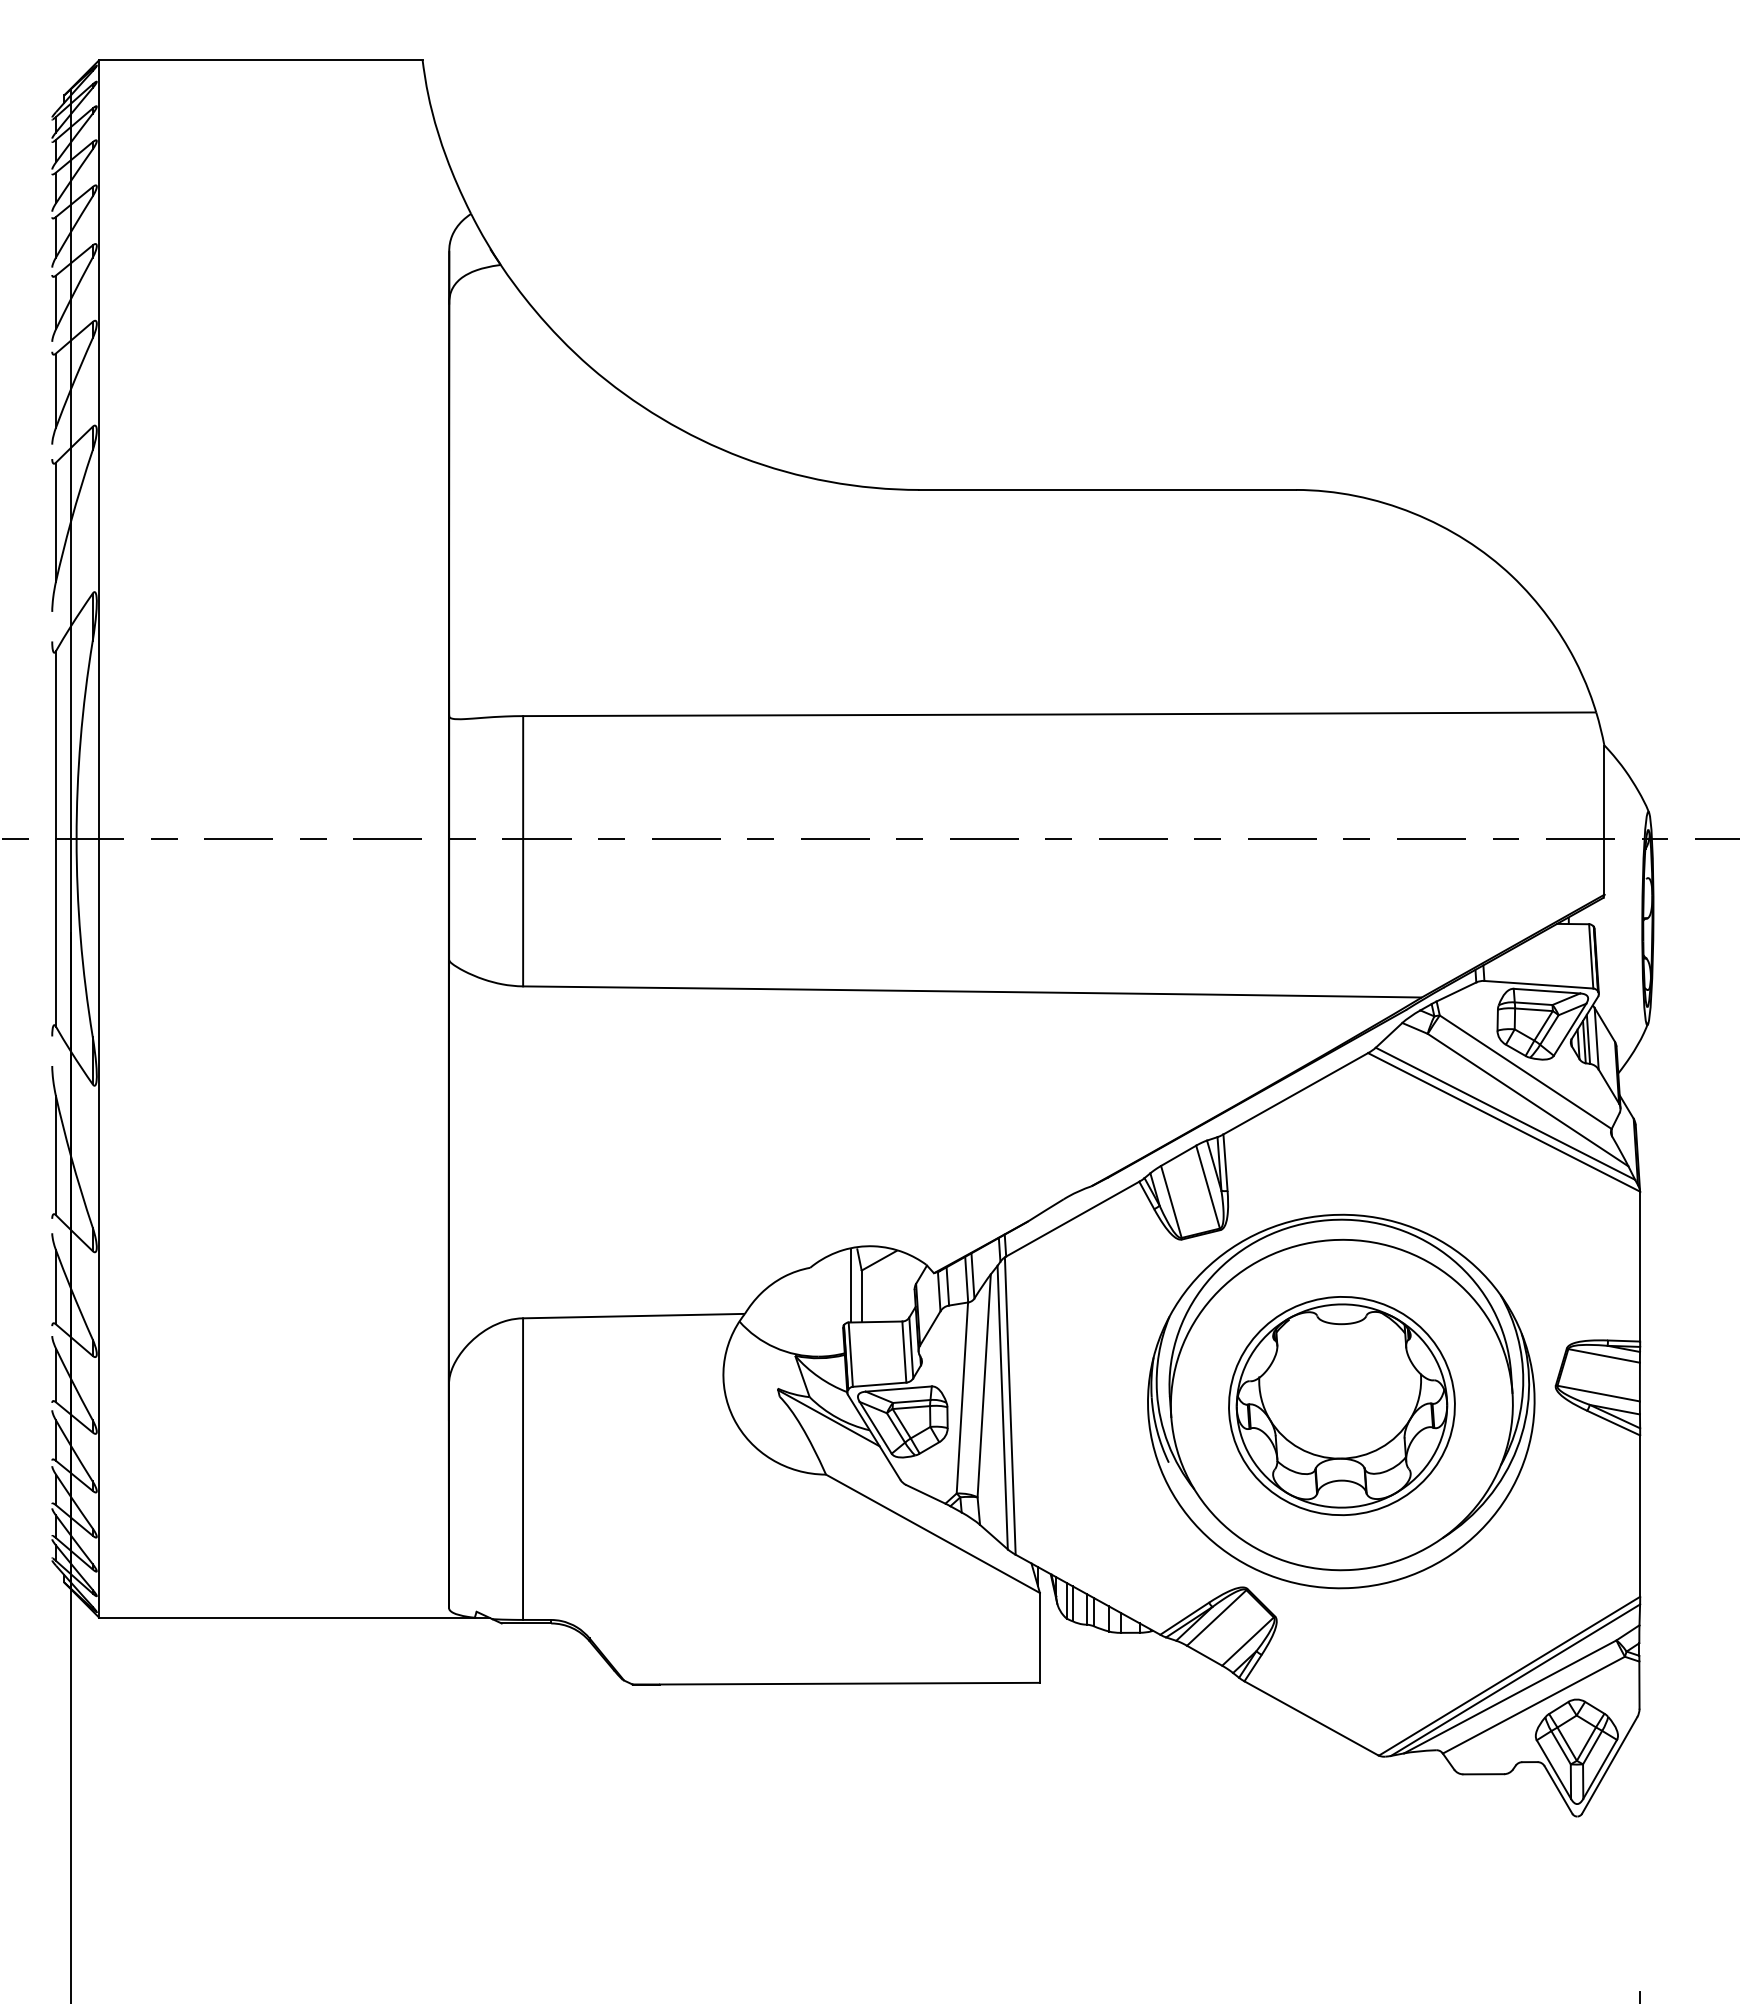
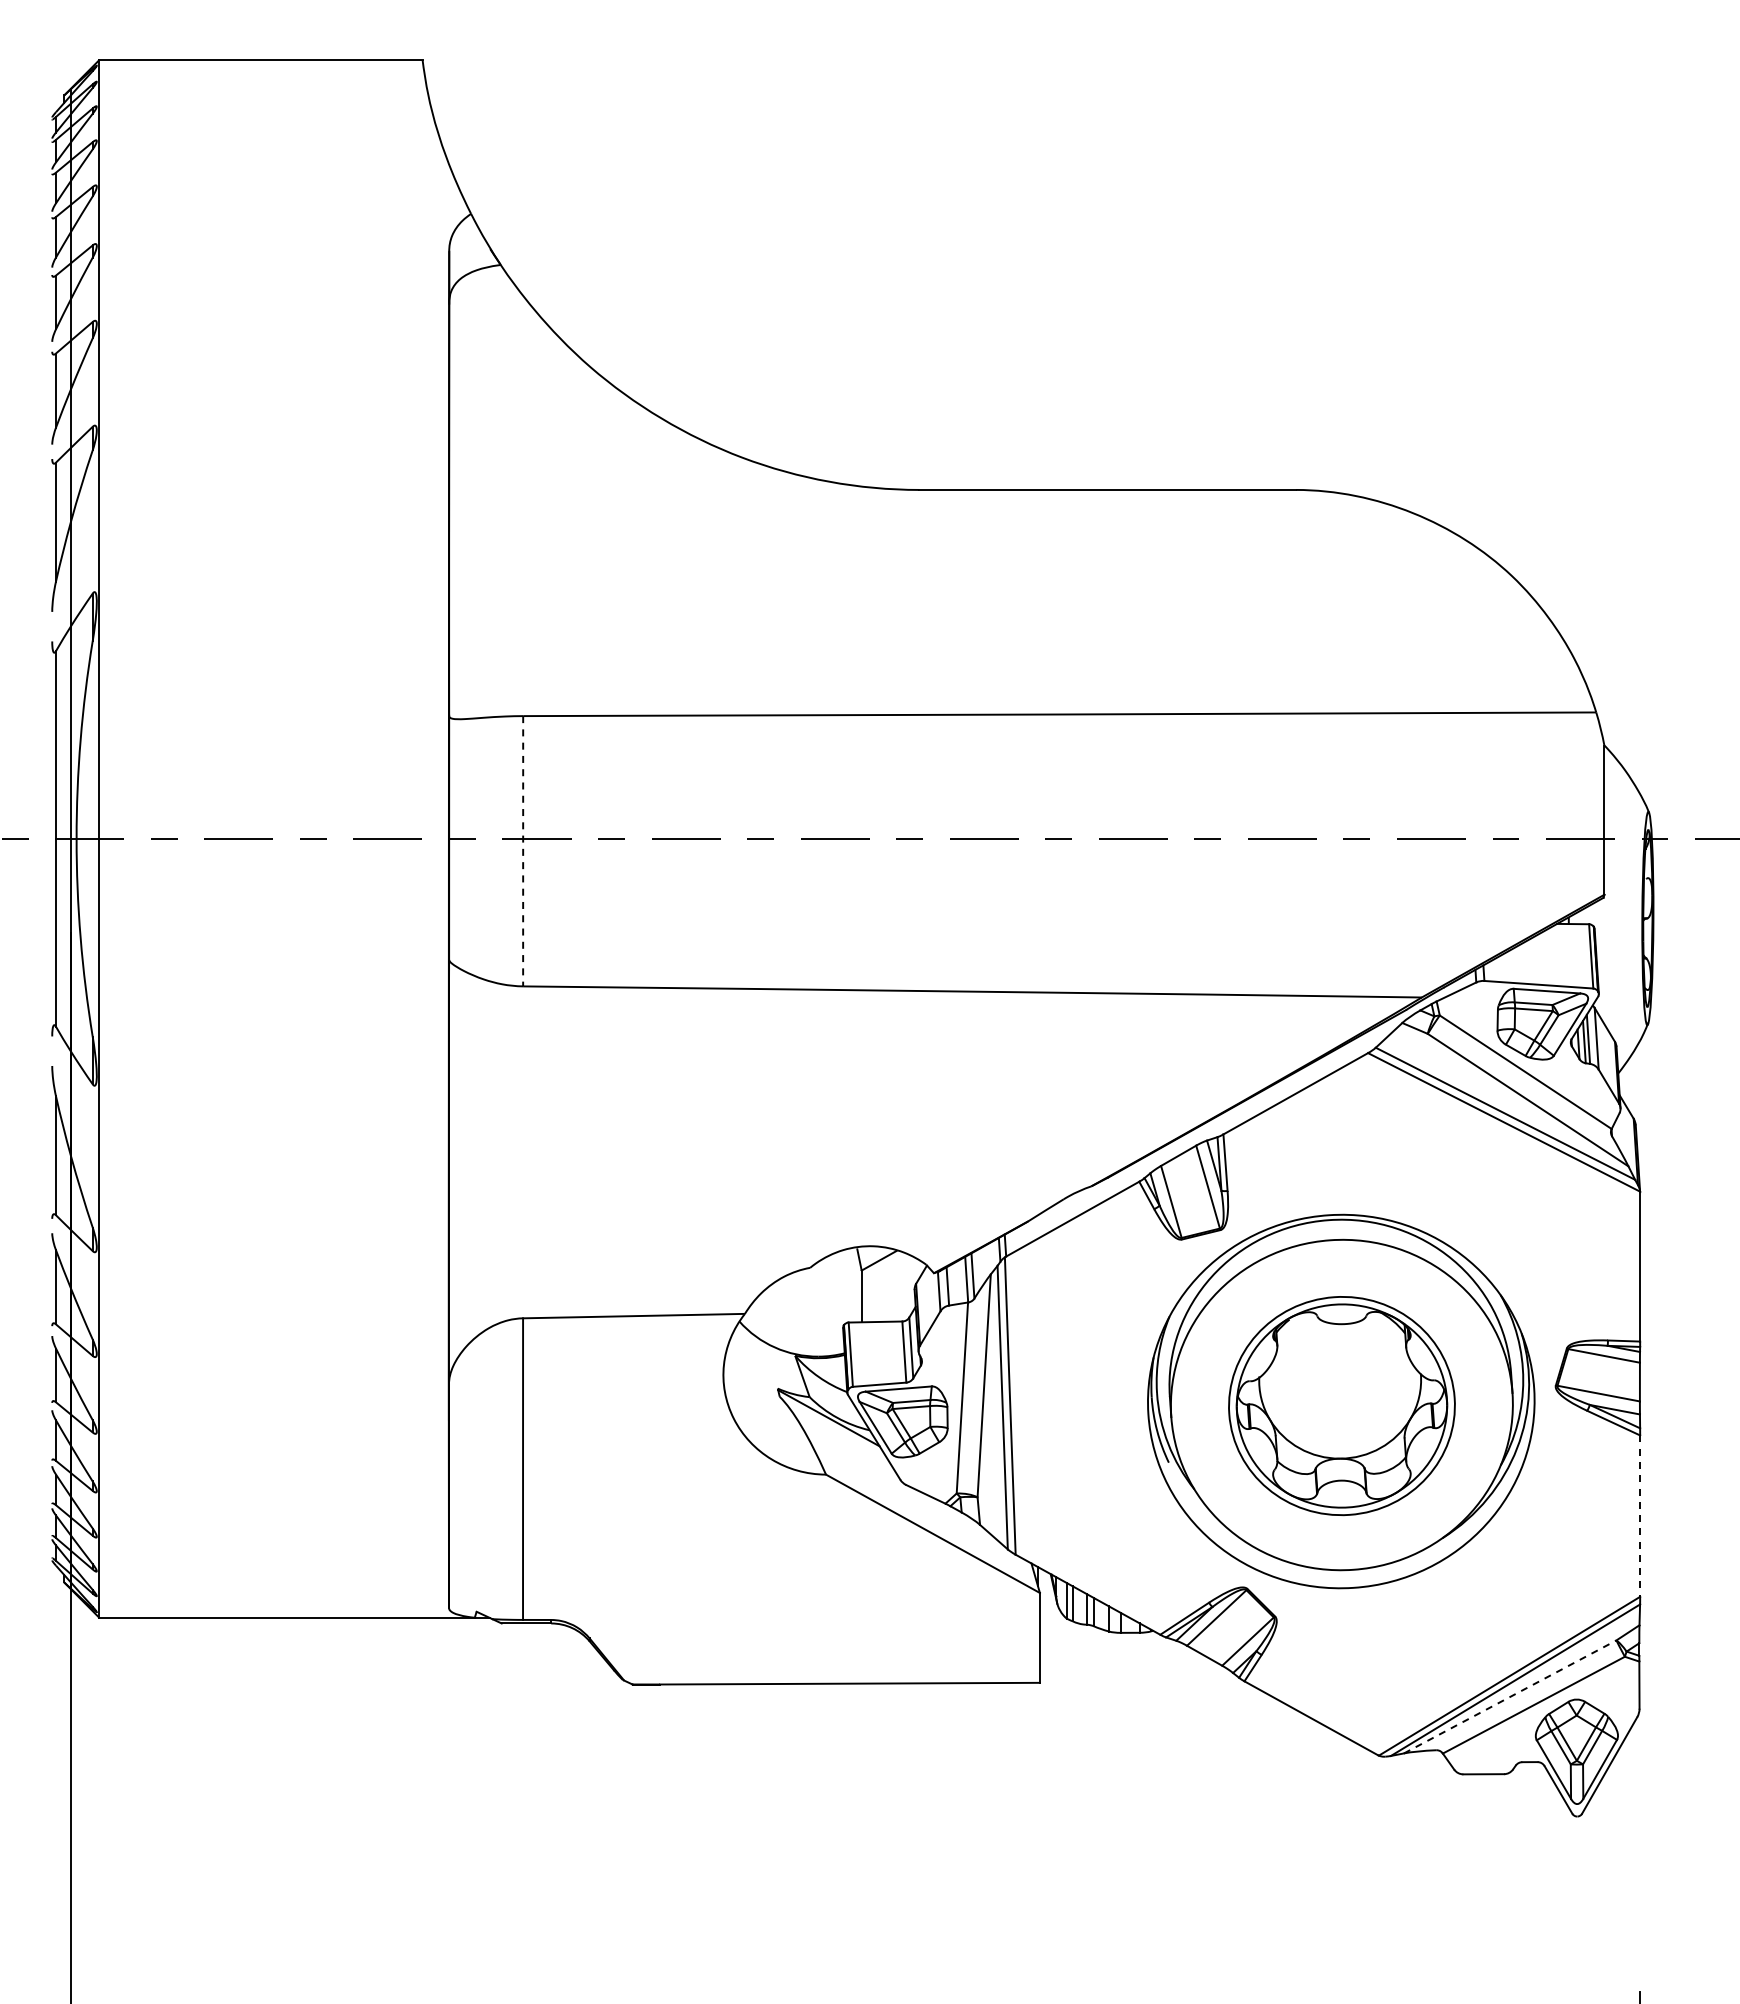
line at (523, 851): solid -> dashed
line at (851, 1285): present -> none
line at (1640, 1516): solid -> dashed
line at (1510, 1696): solid -> dashed
